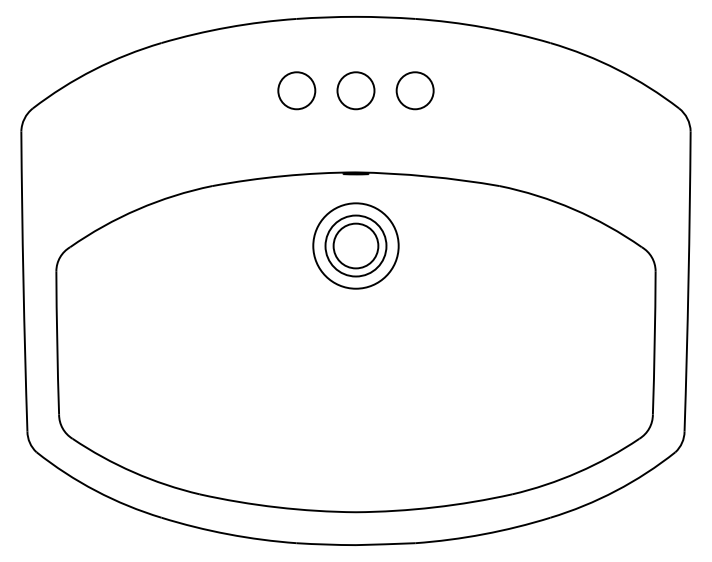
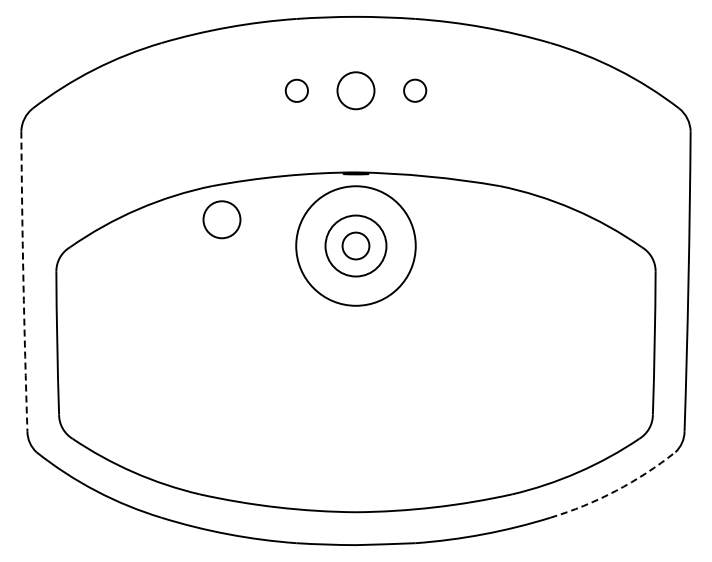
circle at (296, 90) size: 40x40 px -> 25x25 px
circle at (414, 90) diameter: 37 px -> 22 px
circle at (221, 219): none -> present
circle at (355, 245) diameter: 45 px -> 27 px
circle at (355, 245) diameter: 85 px -> 120 px
arc at (23, 281): solid -> dashed
arc at (616, 490): solid -> dashed
